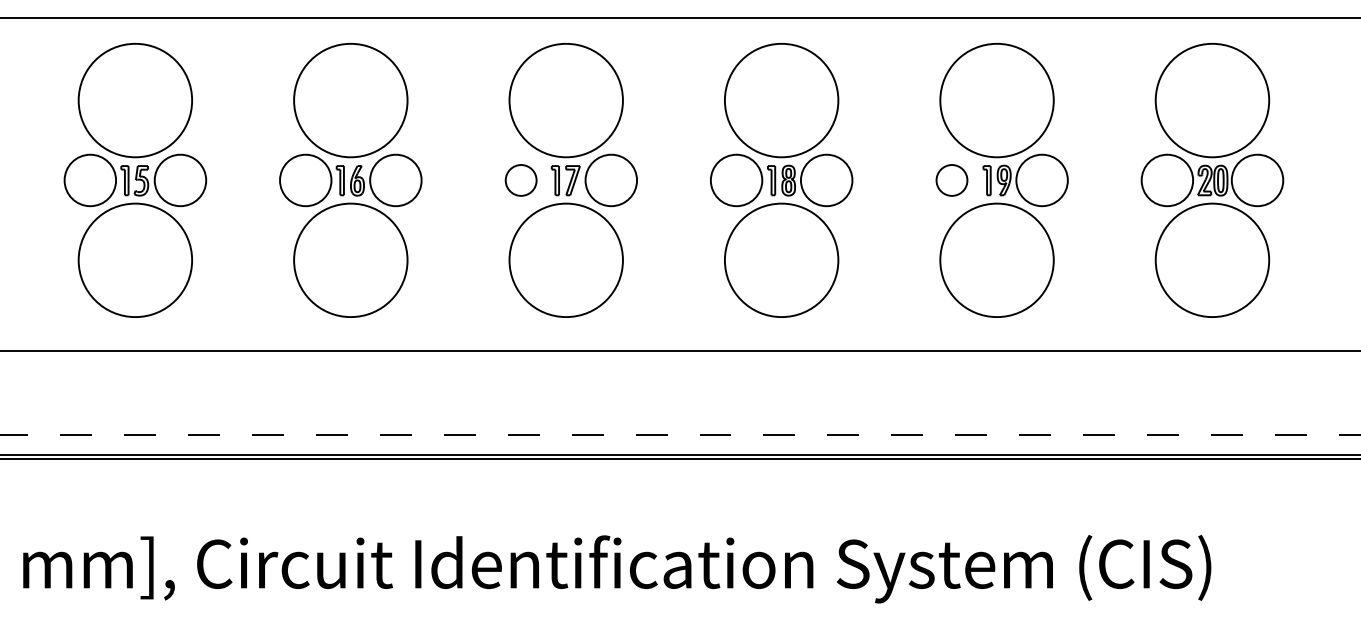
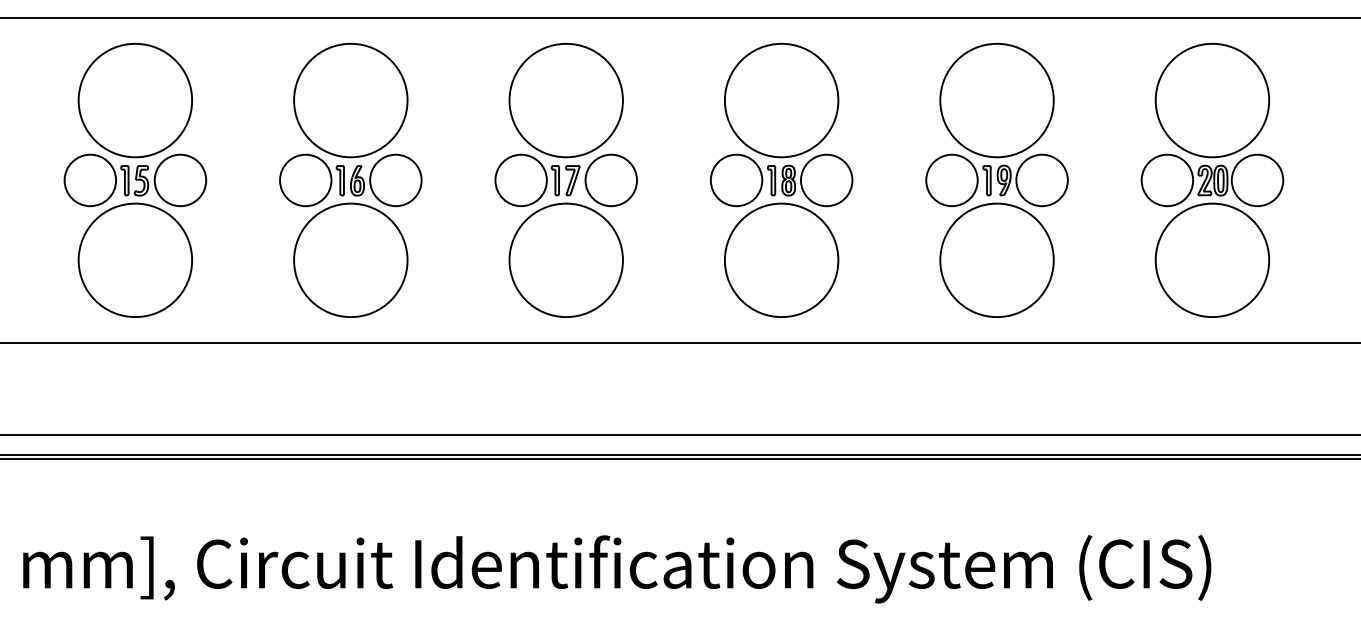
circle at (520, 180) diameter: 31 px -> 51 px
circle at (951, 180) diameter: 31 px -> 51 px
line at (679, 350) position: (679, 350) -> (679, 342)
line at (680, 435): dashed -> solid
